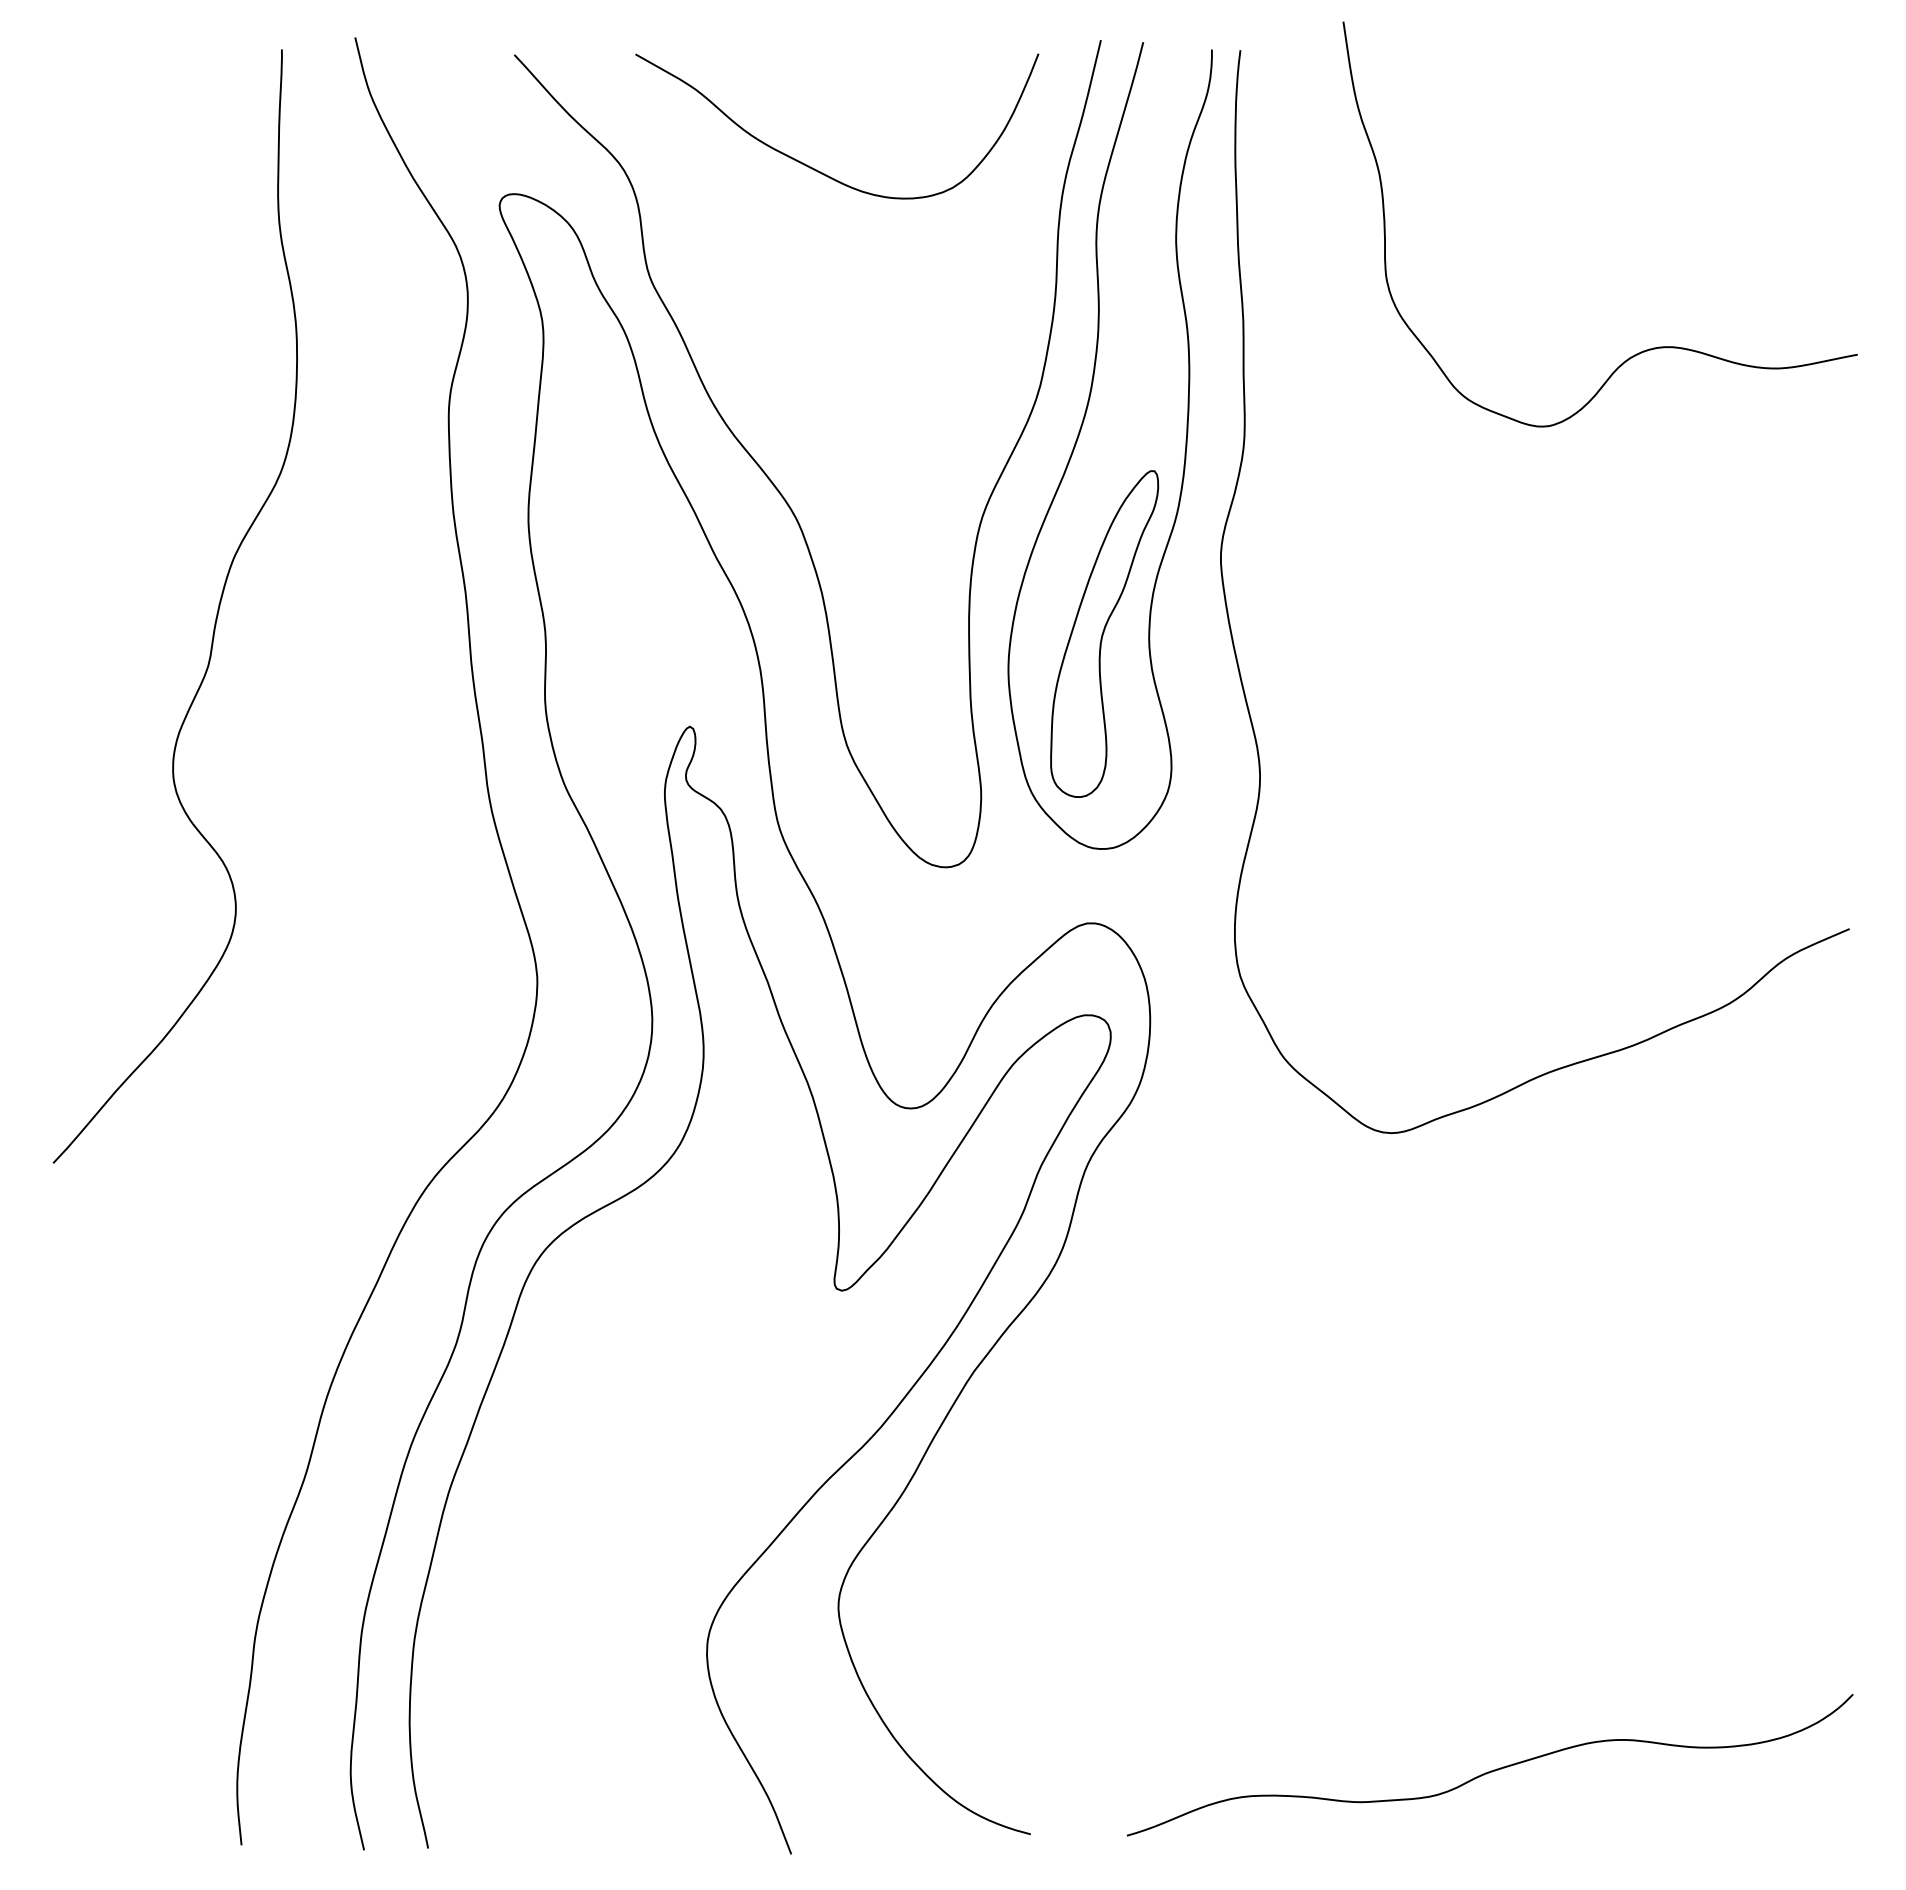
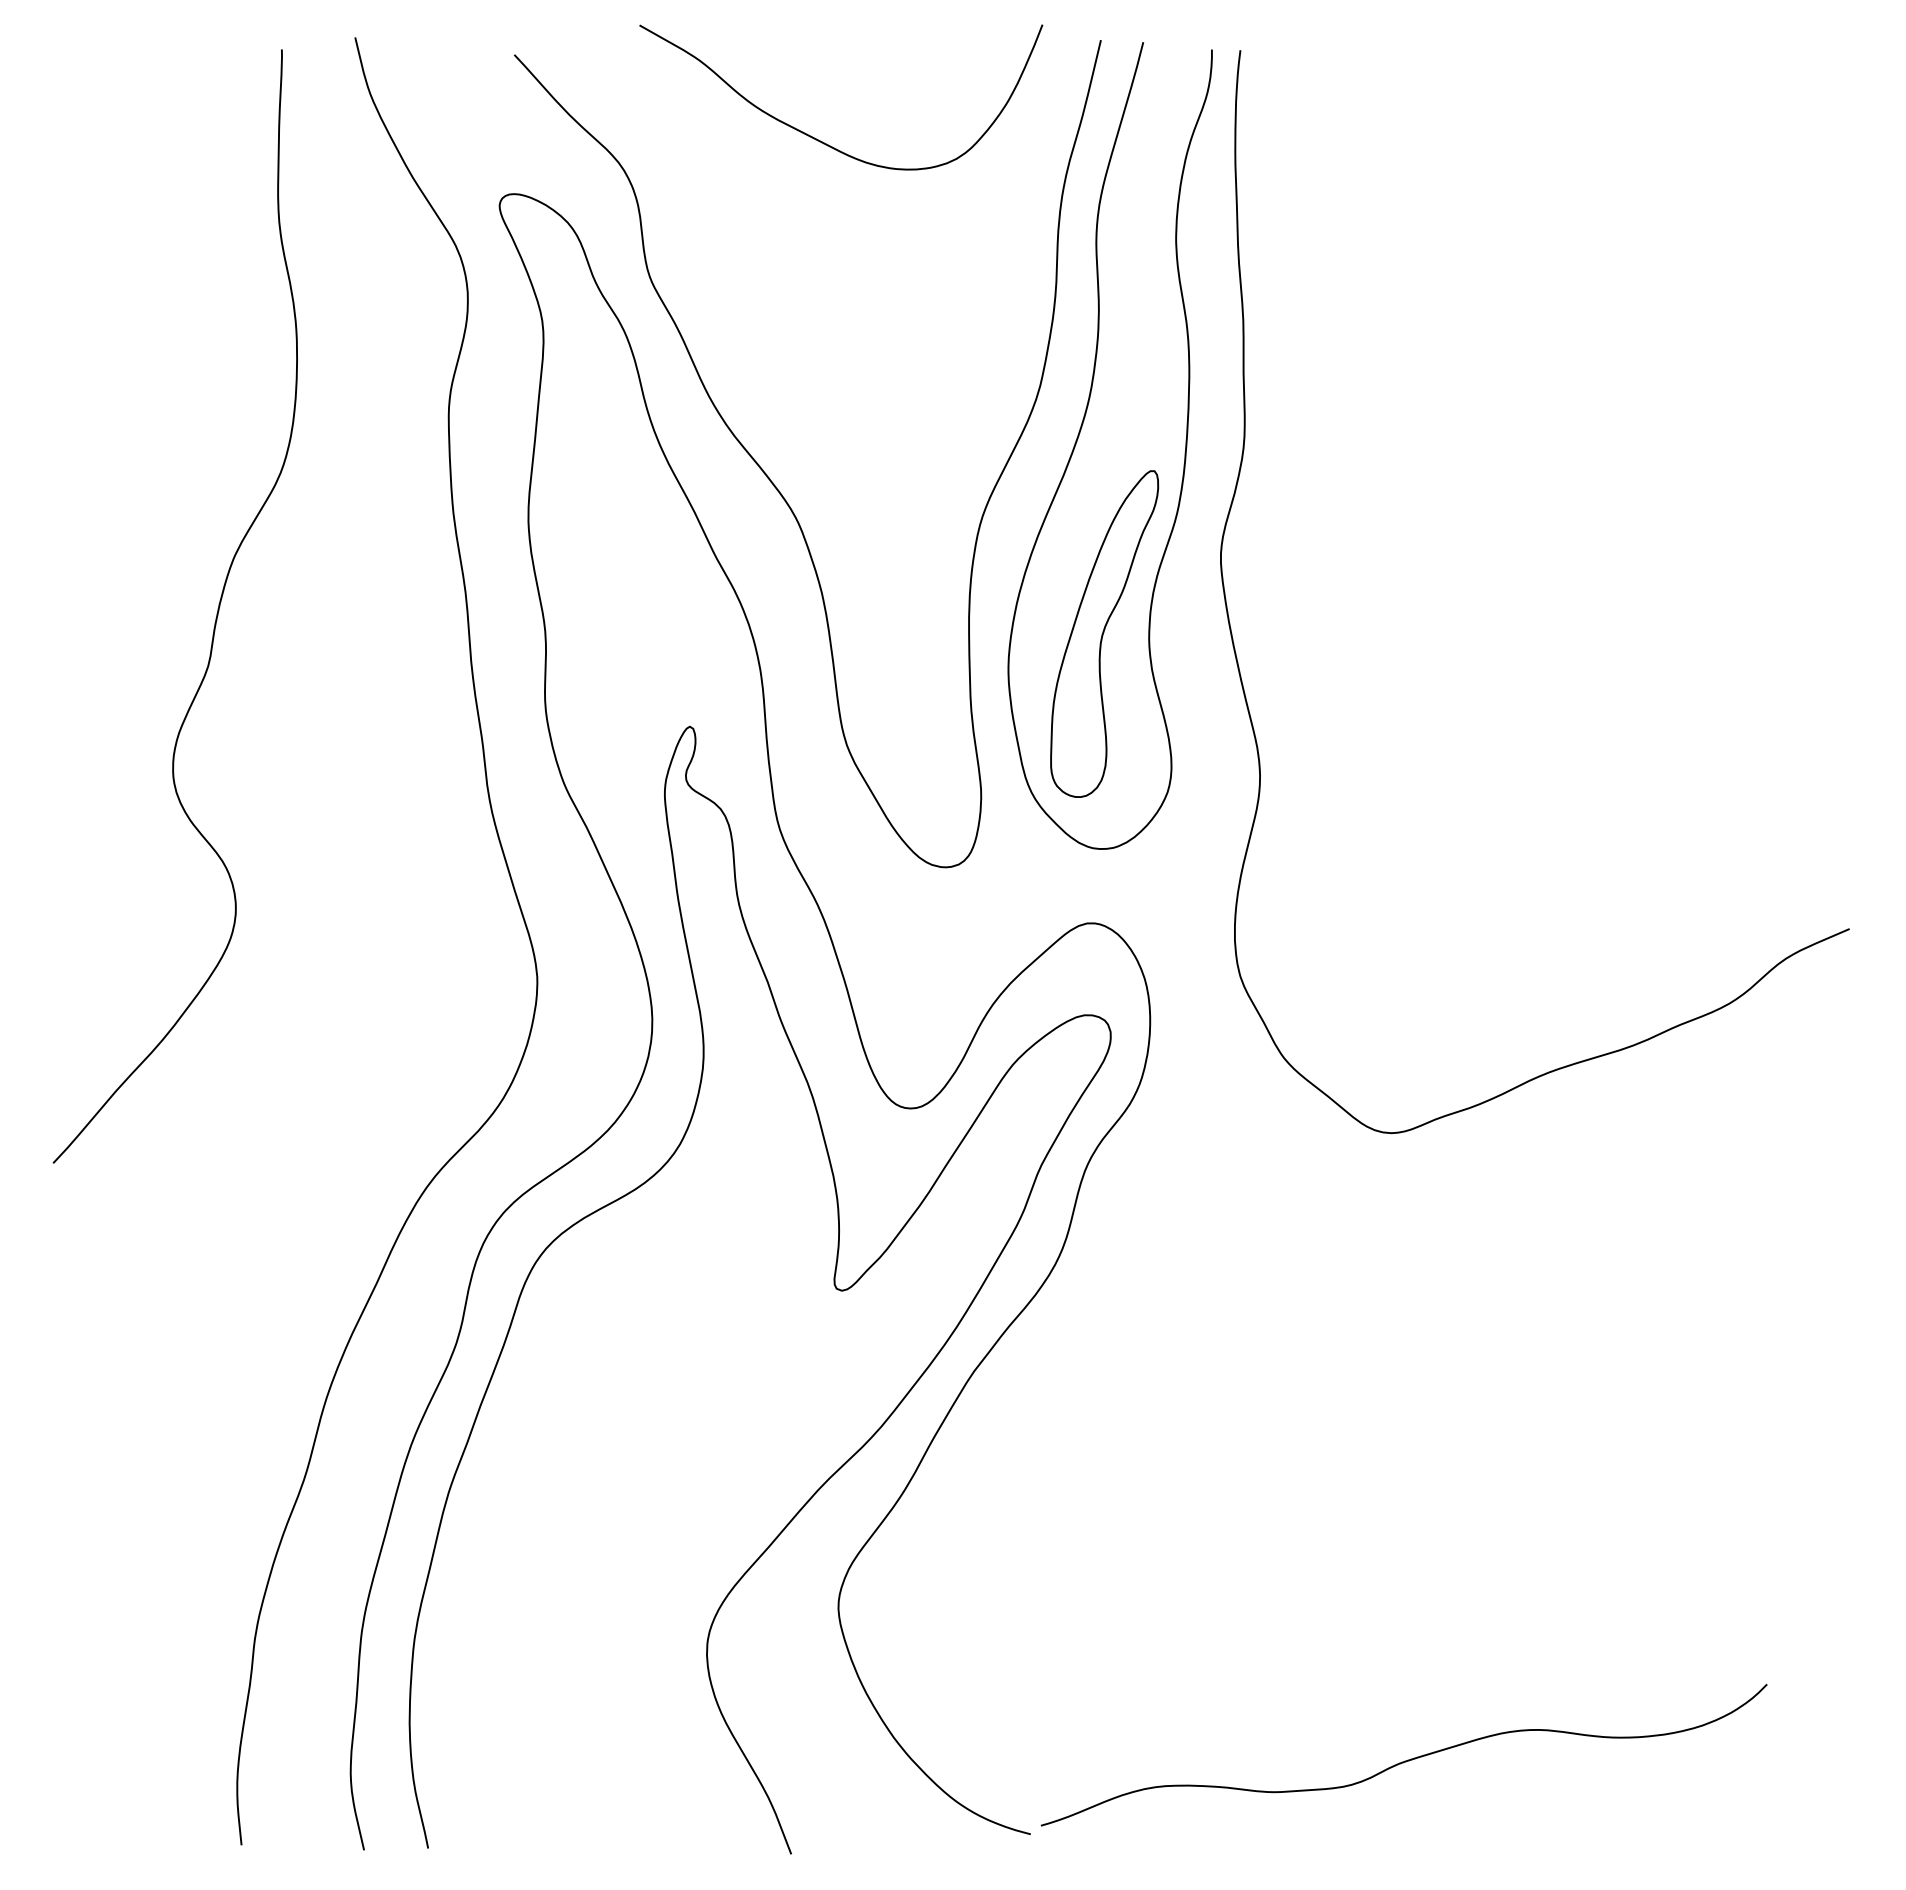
curve at (816, 169) position: (816, 169) -> (820, 140)
curve at (1640, 351): present -> none
curve at (1490, 1770) position: (1490, 1770) -> (1404, 1760)
